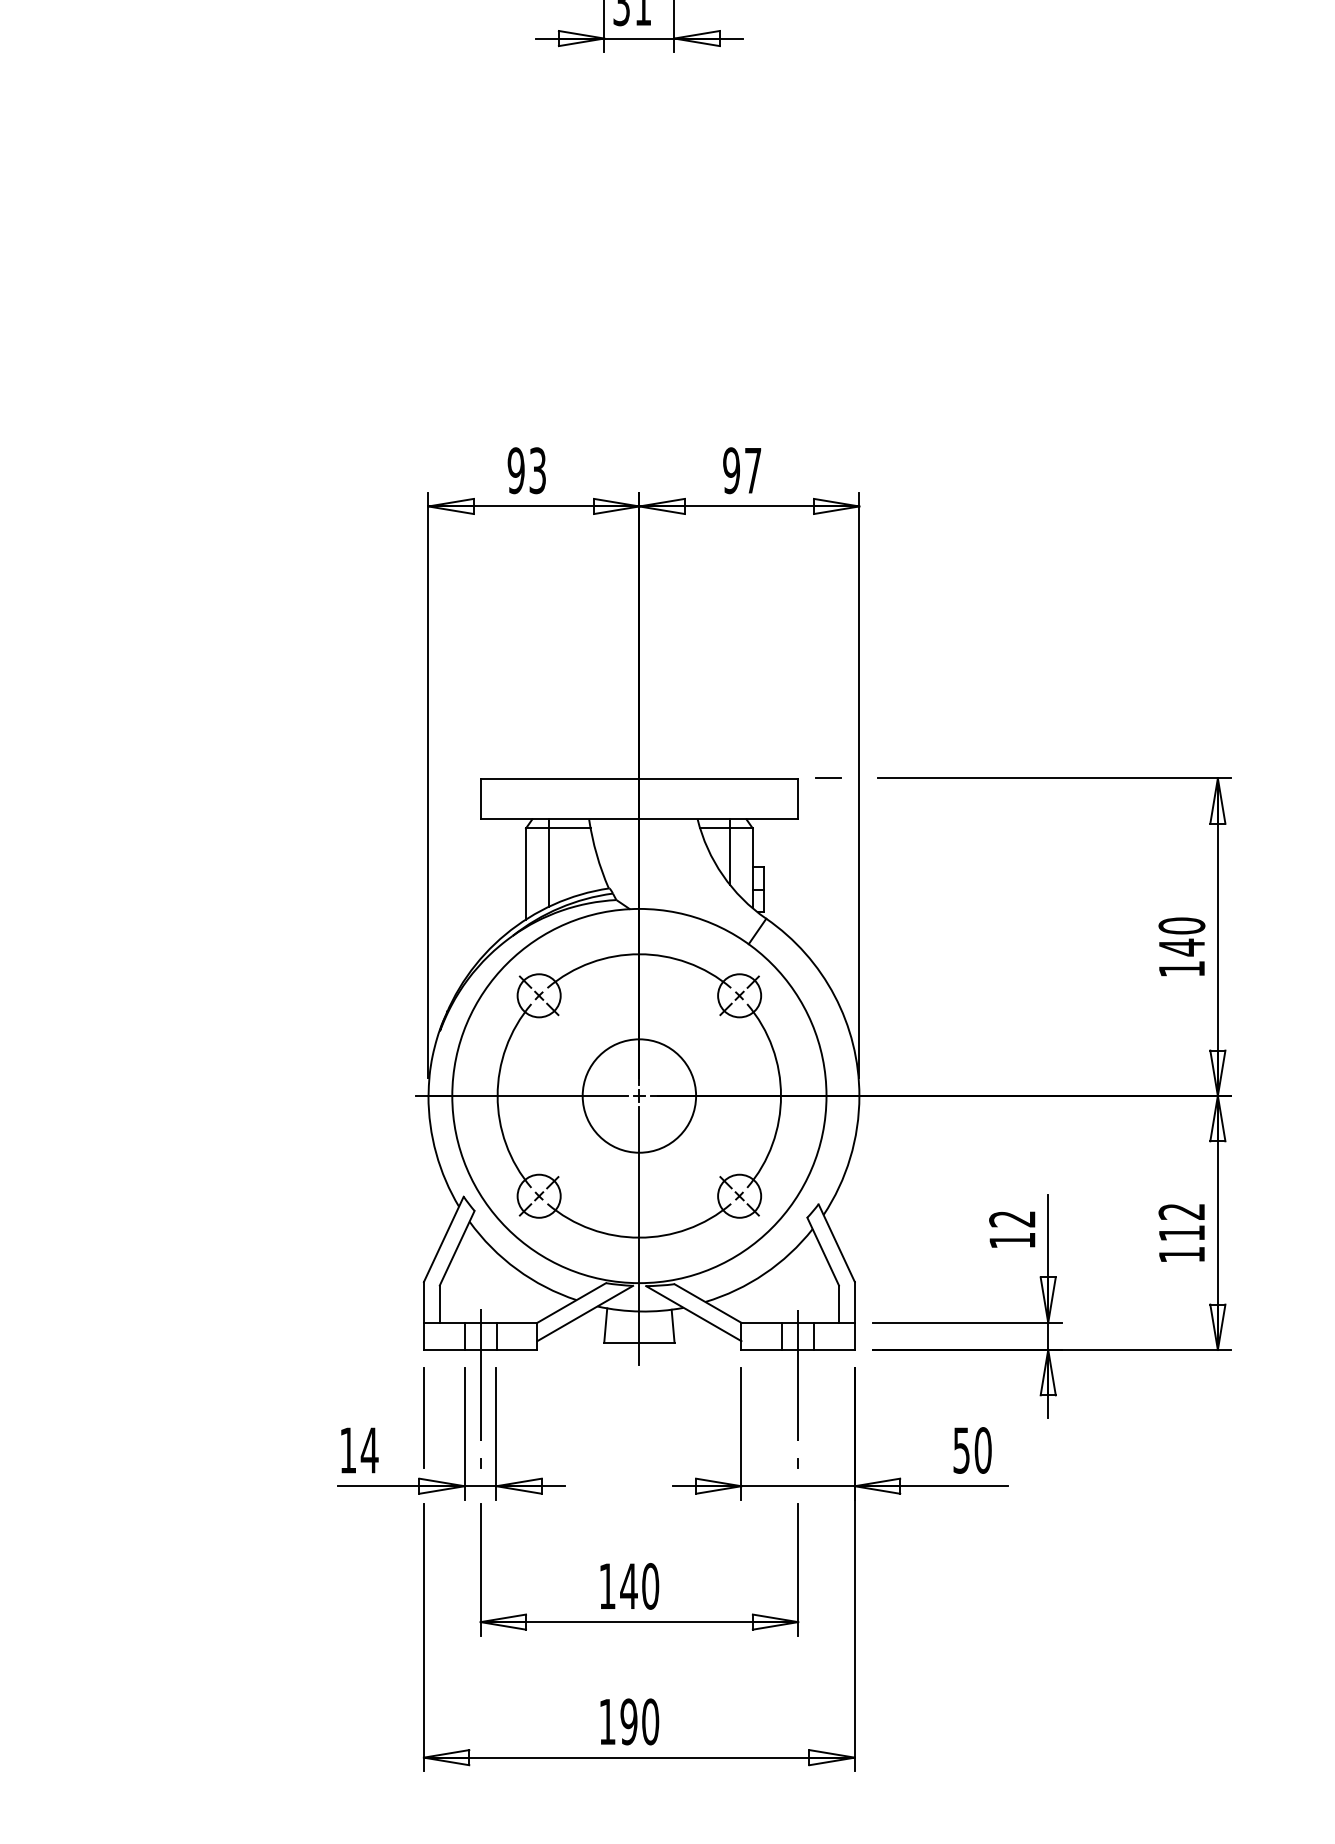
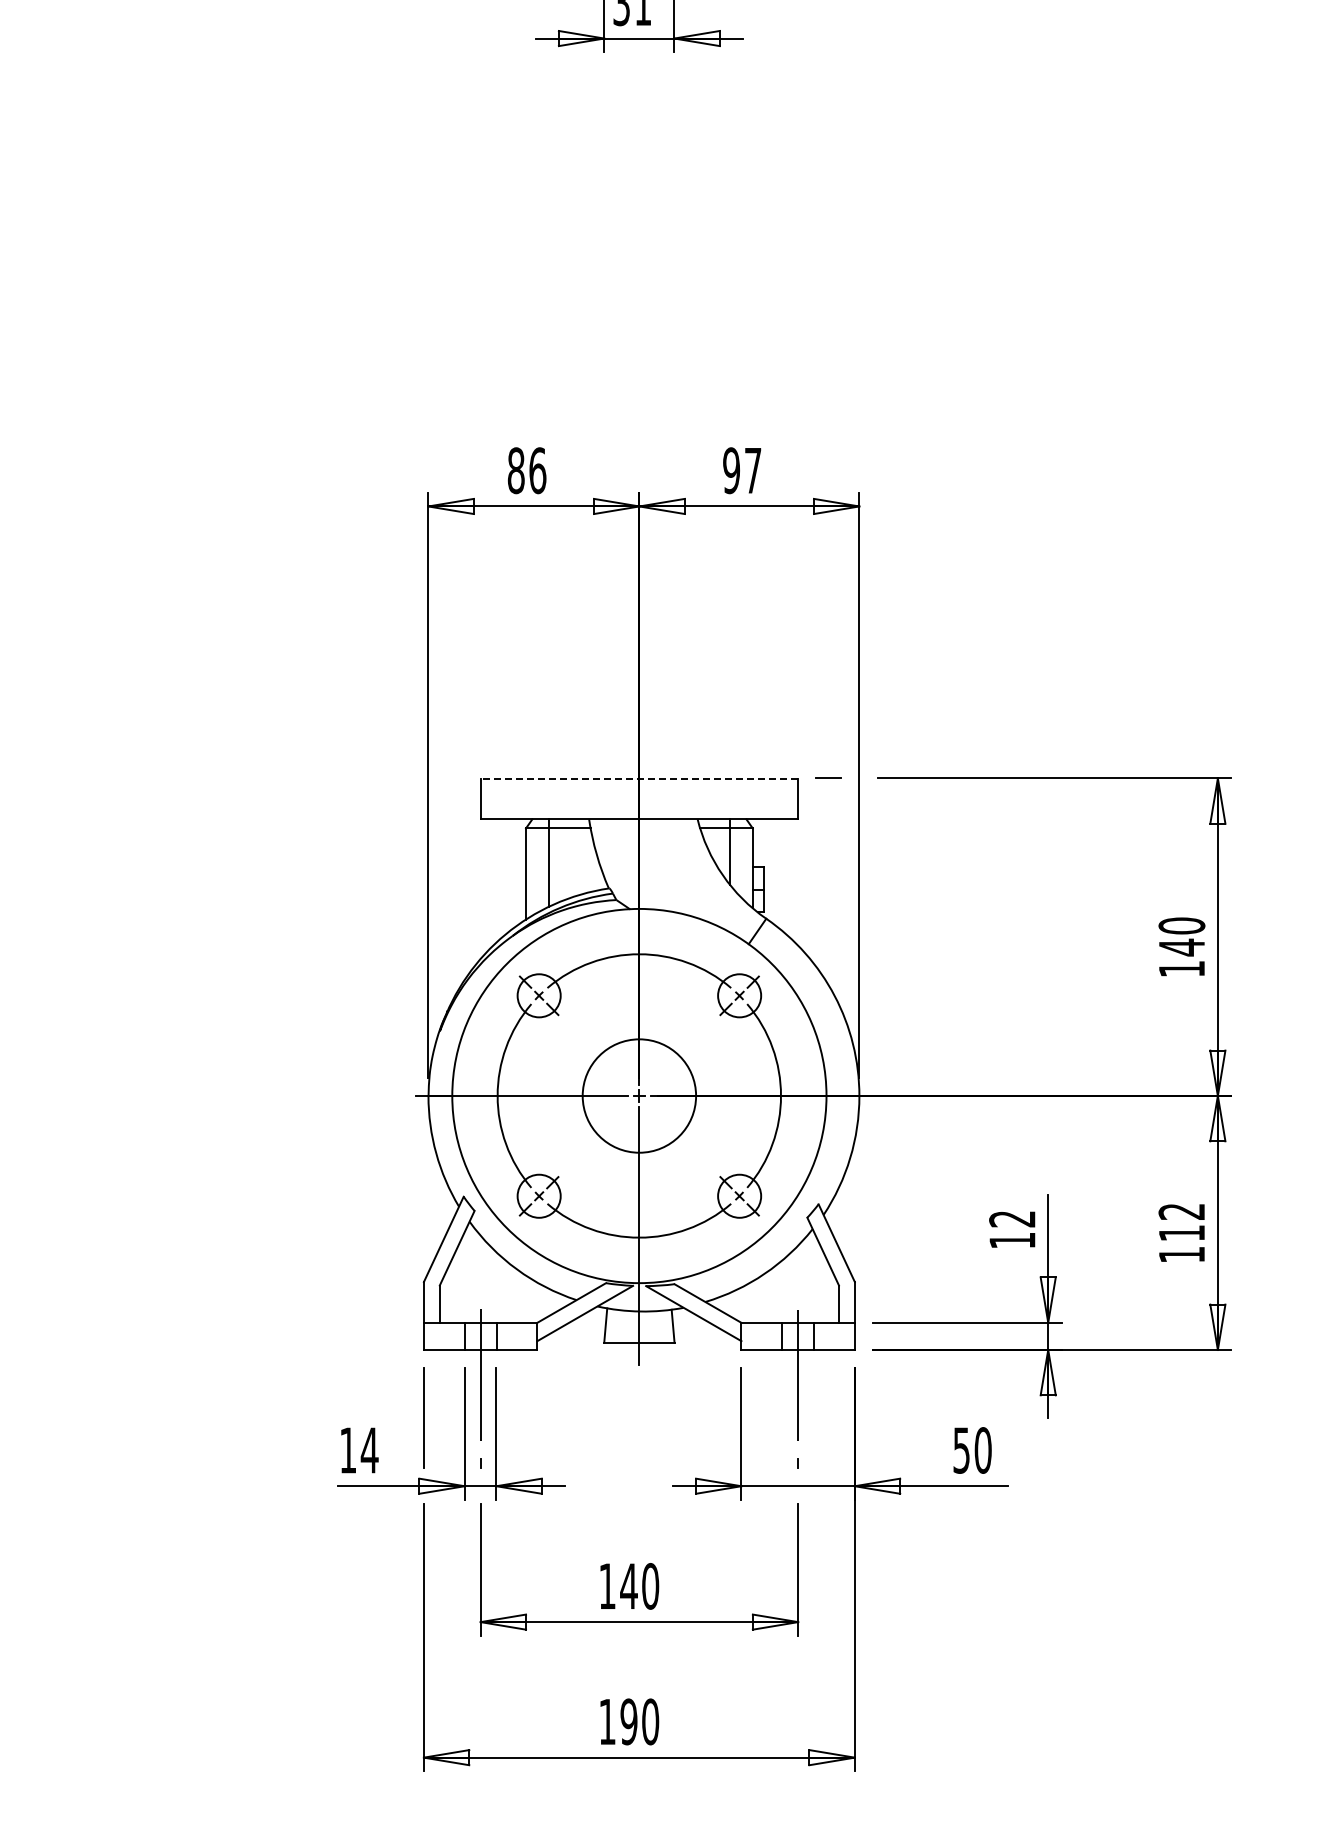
text at (526, 470): 93 -> 86
line at (639, 778): solid -> dashed
